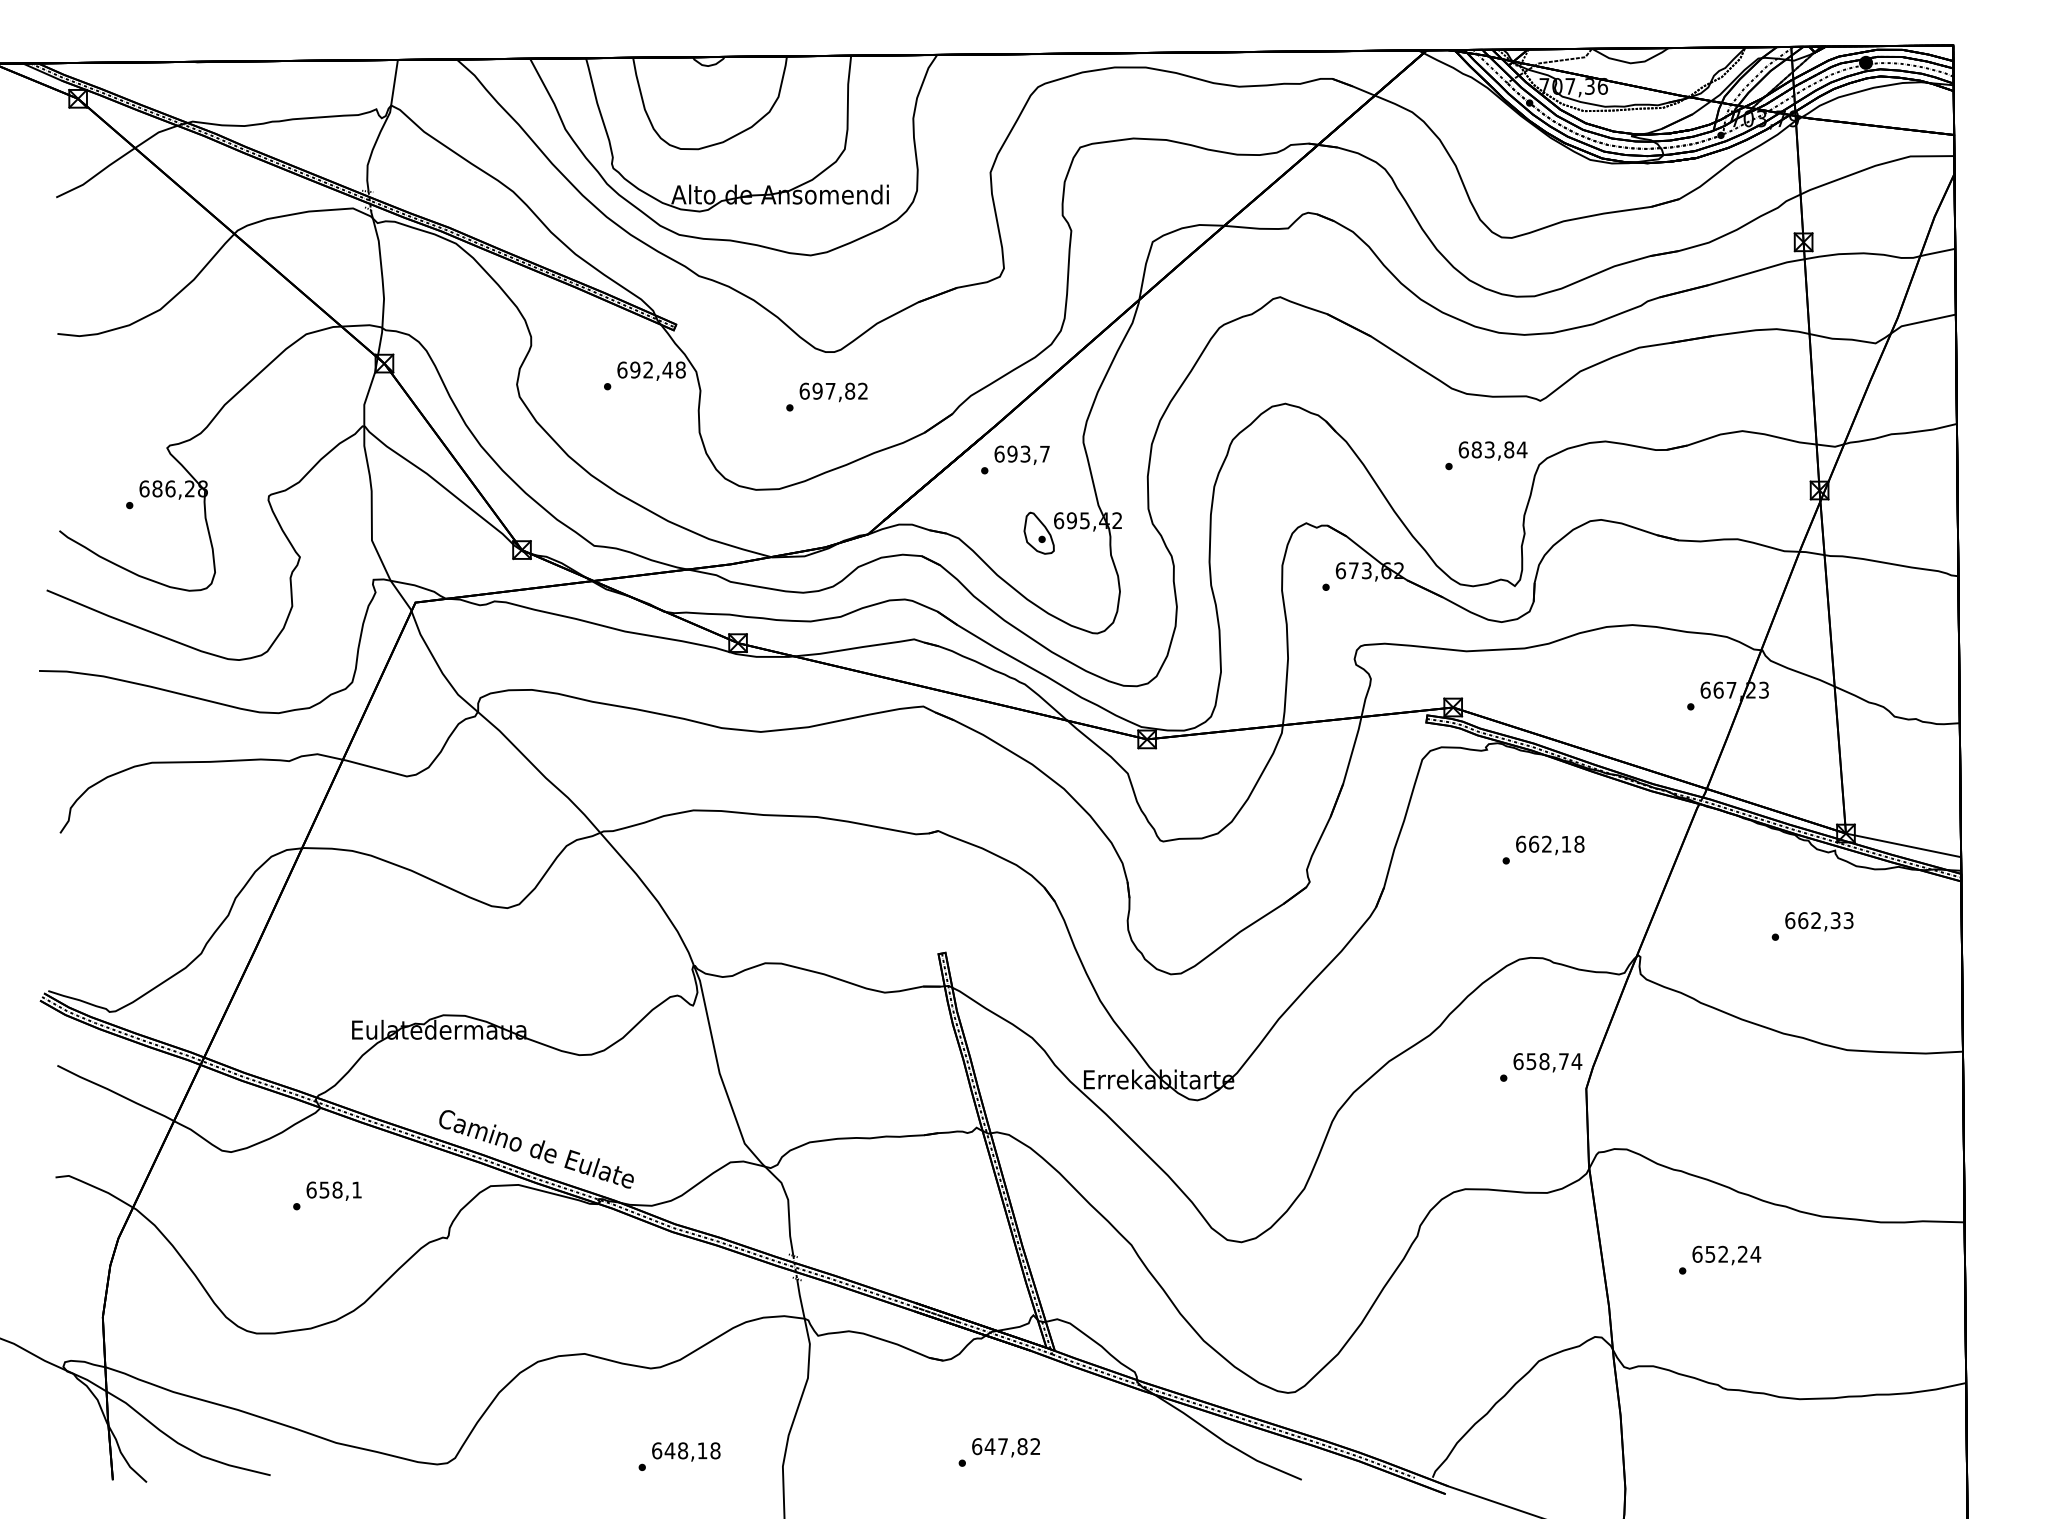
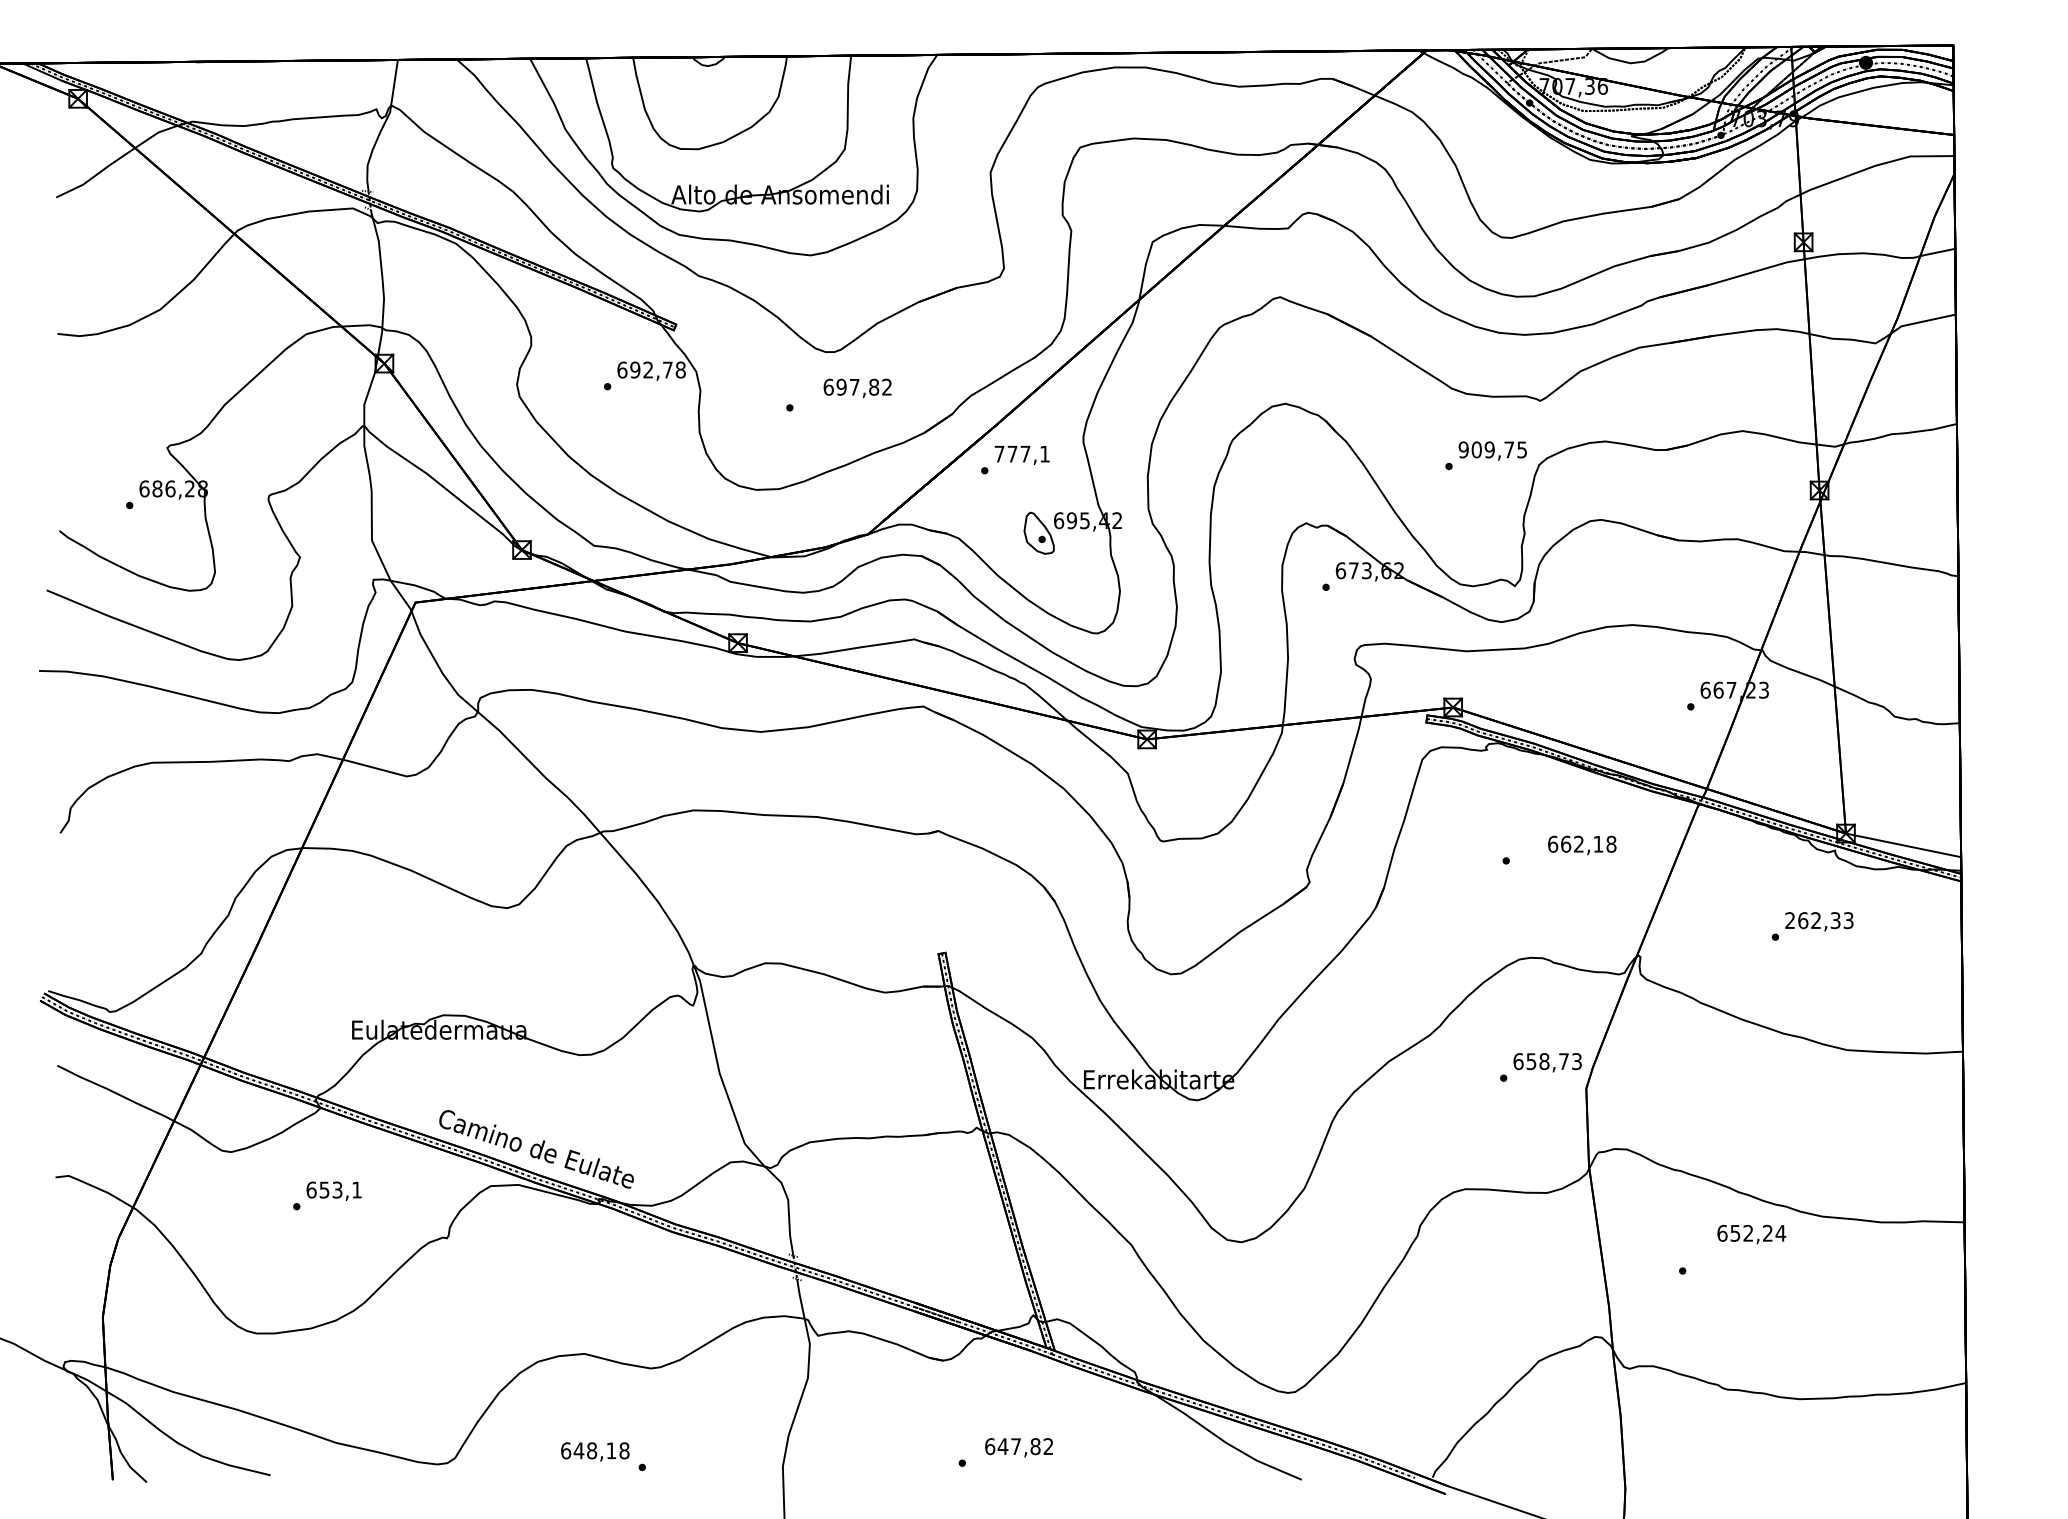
text at (667, 369): 692,48 -> 692,78
text at (833, 392) position: (833, 392) -> (857, 388)
text at (1492, 449): 683,84 -> 909,75
text at (1021, 453): 693,7 -> 777,1
text at (1550, 845) position: (1550, 845) -> (1582, 845)
text at (1790, 920): 662,33 -> 262,33
text at (1576, 1061): 658,74 -> 658,73
text at (337, 1189): 658,1 -> 653,1
text at (1726, 1255) position: (1726, 1255) -> (1751, 1234)
text at (1005, 1447) position: (1005, 1447) -> (1018, 1447)
text at (686, 1451) position: (686, 1451) -> (595, 1451)
